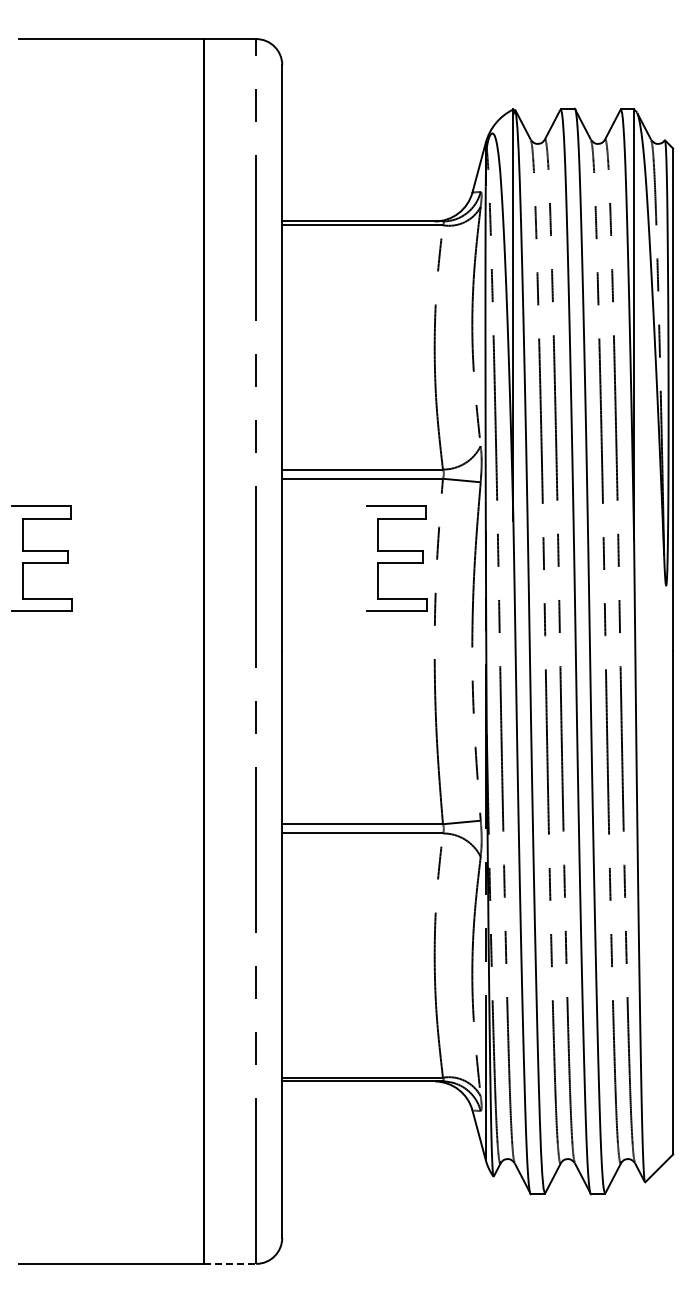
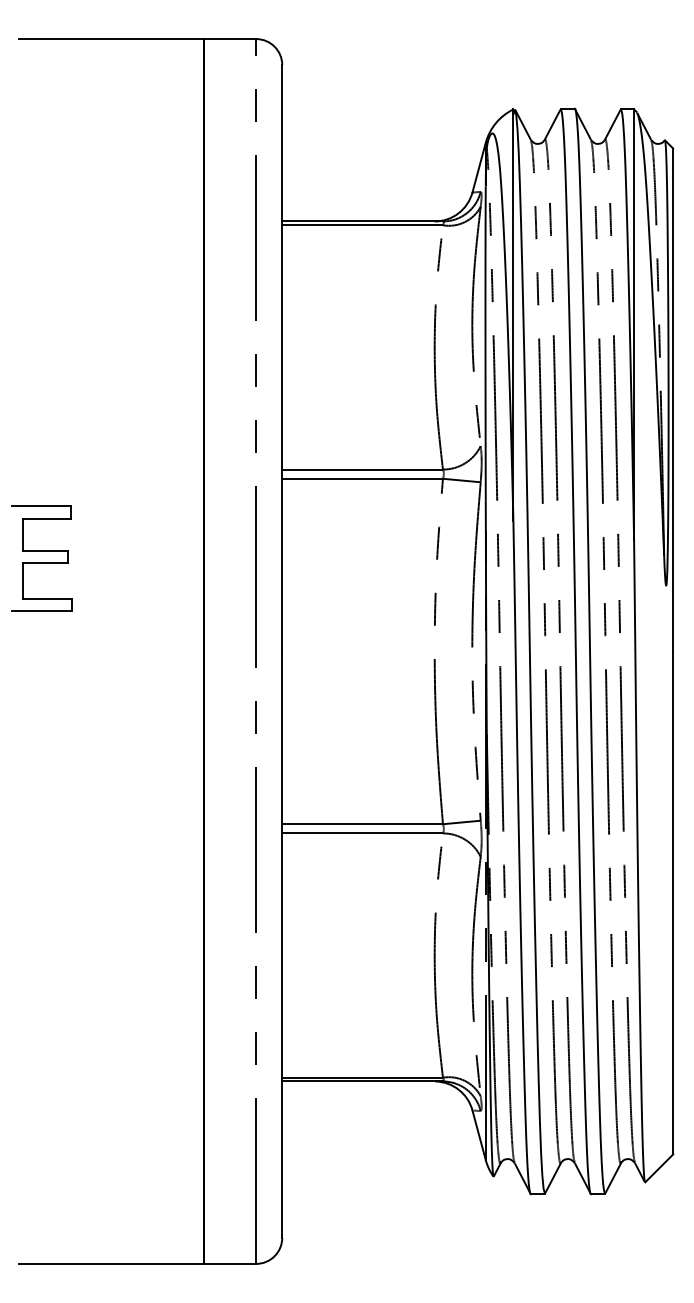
part at (396, 558): present -> none
line at (230, 1263): dashed -> solid
